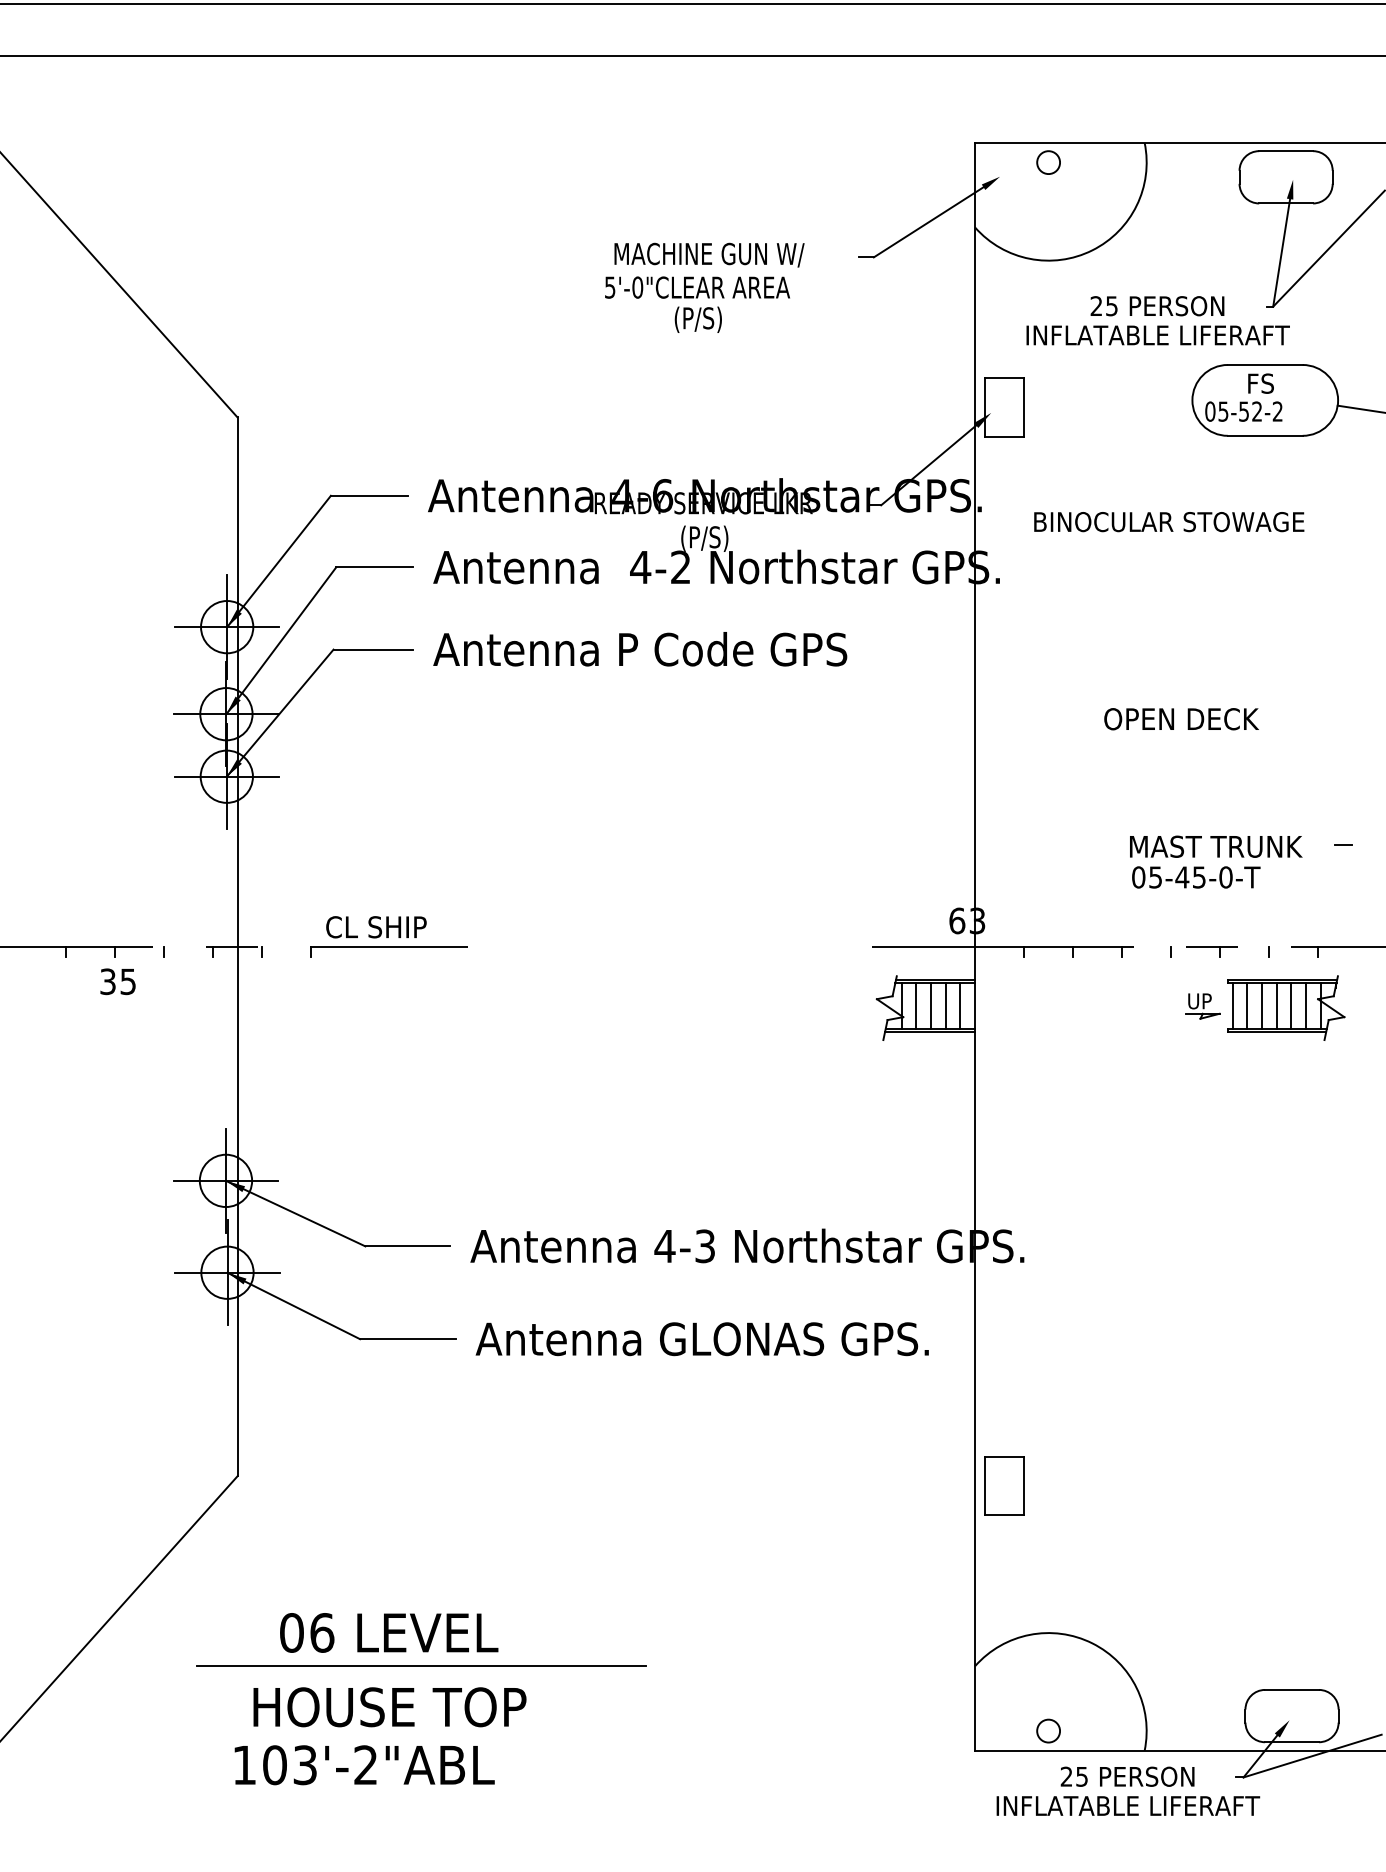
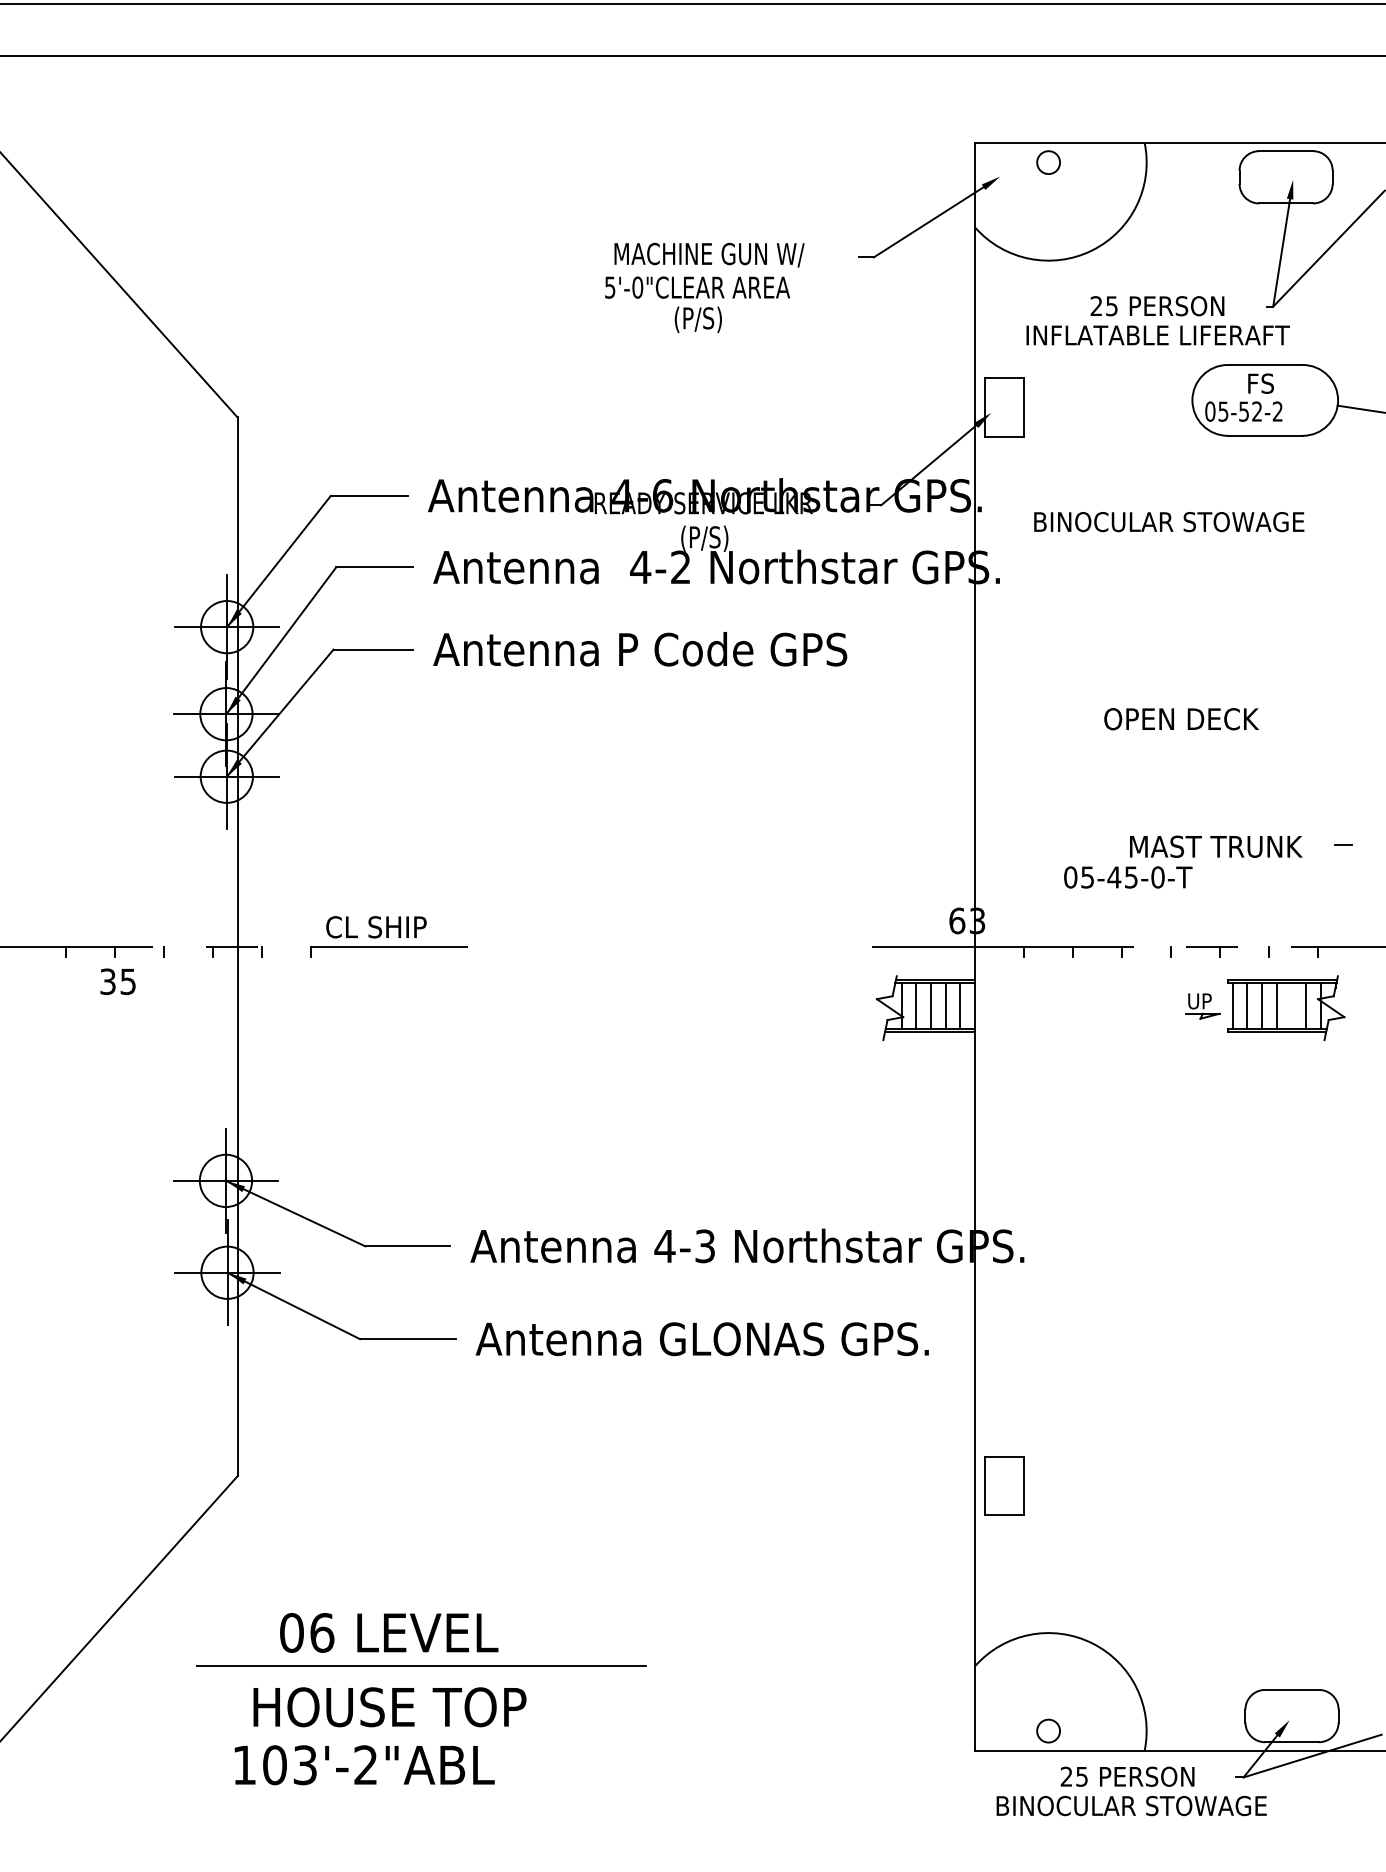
text at (1196, 877) position: (1196, 877) -> (1128, 877)
line at (1291, 1005): present -> none
text at (1132, 1805): INFLATABLE LIFERAFT -> BINOCULAR STOWAGE
